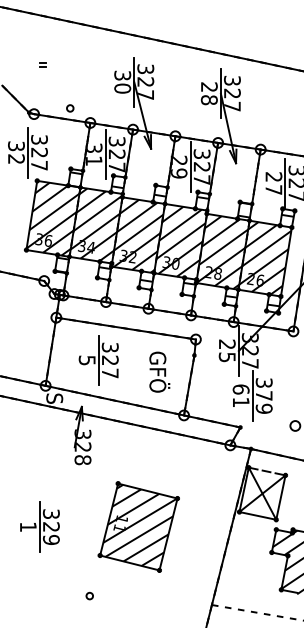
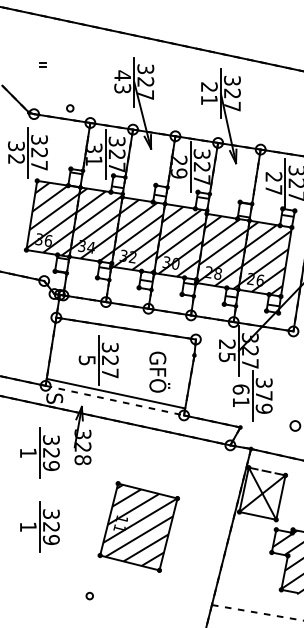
text at (122, 81): 30 -> 43
text at (208, 100): 28 -> 21
line at (114, 400) position: (114, 400) -> (115, 393)
part at (39, 452): none -> present
